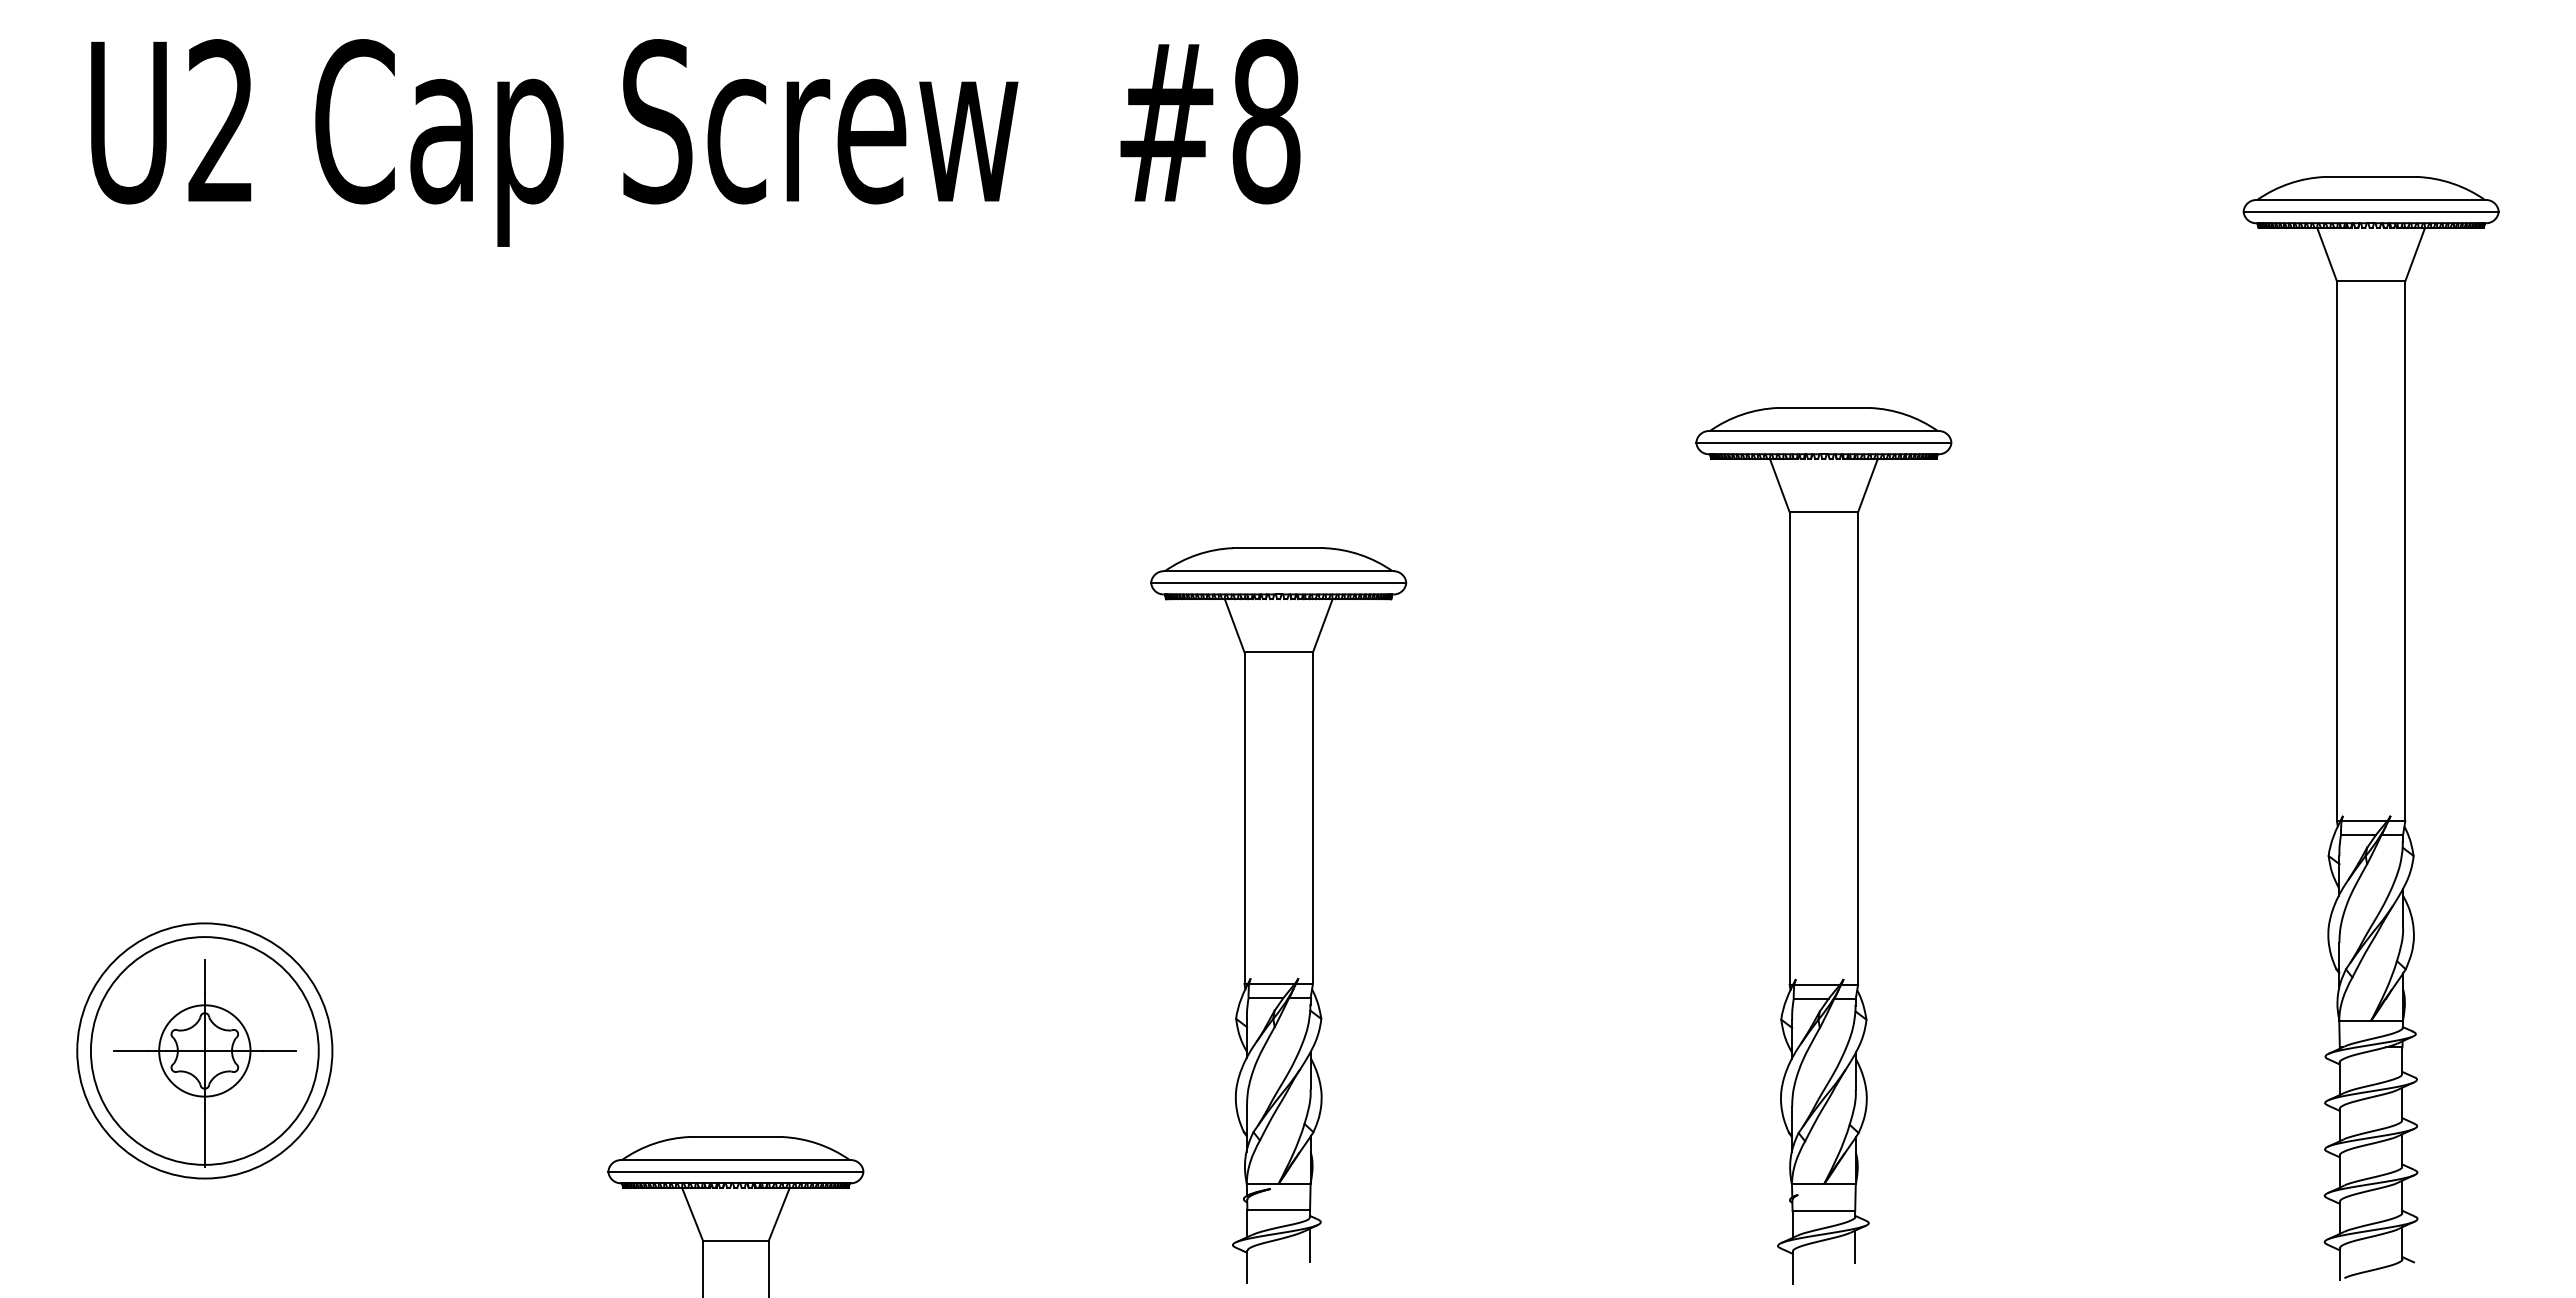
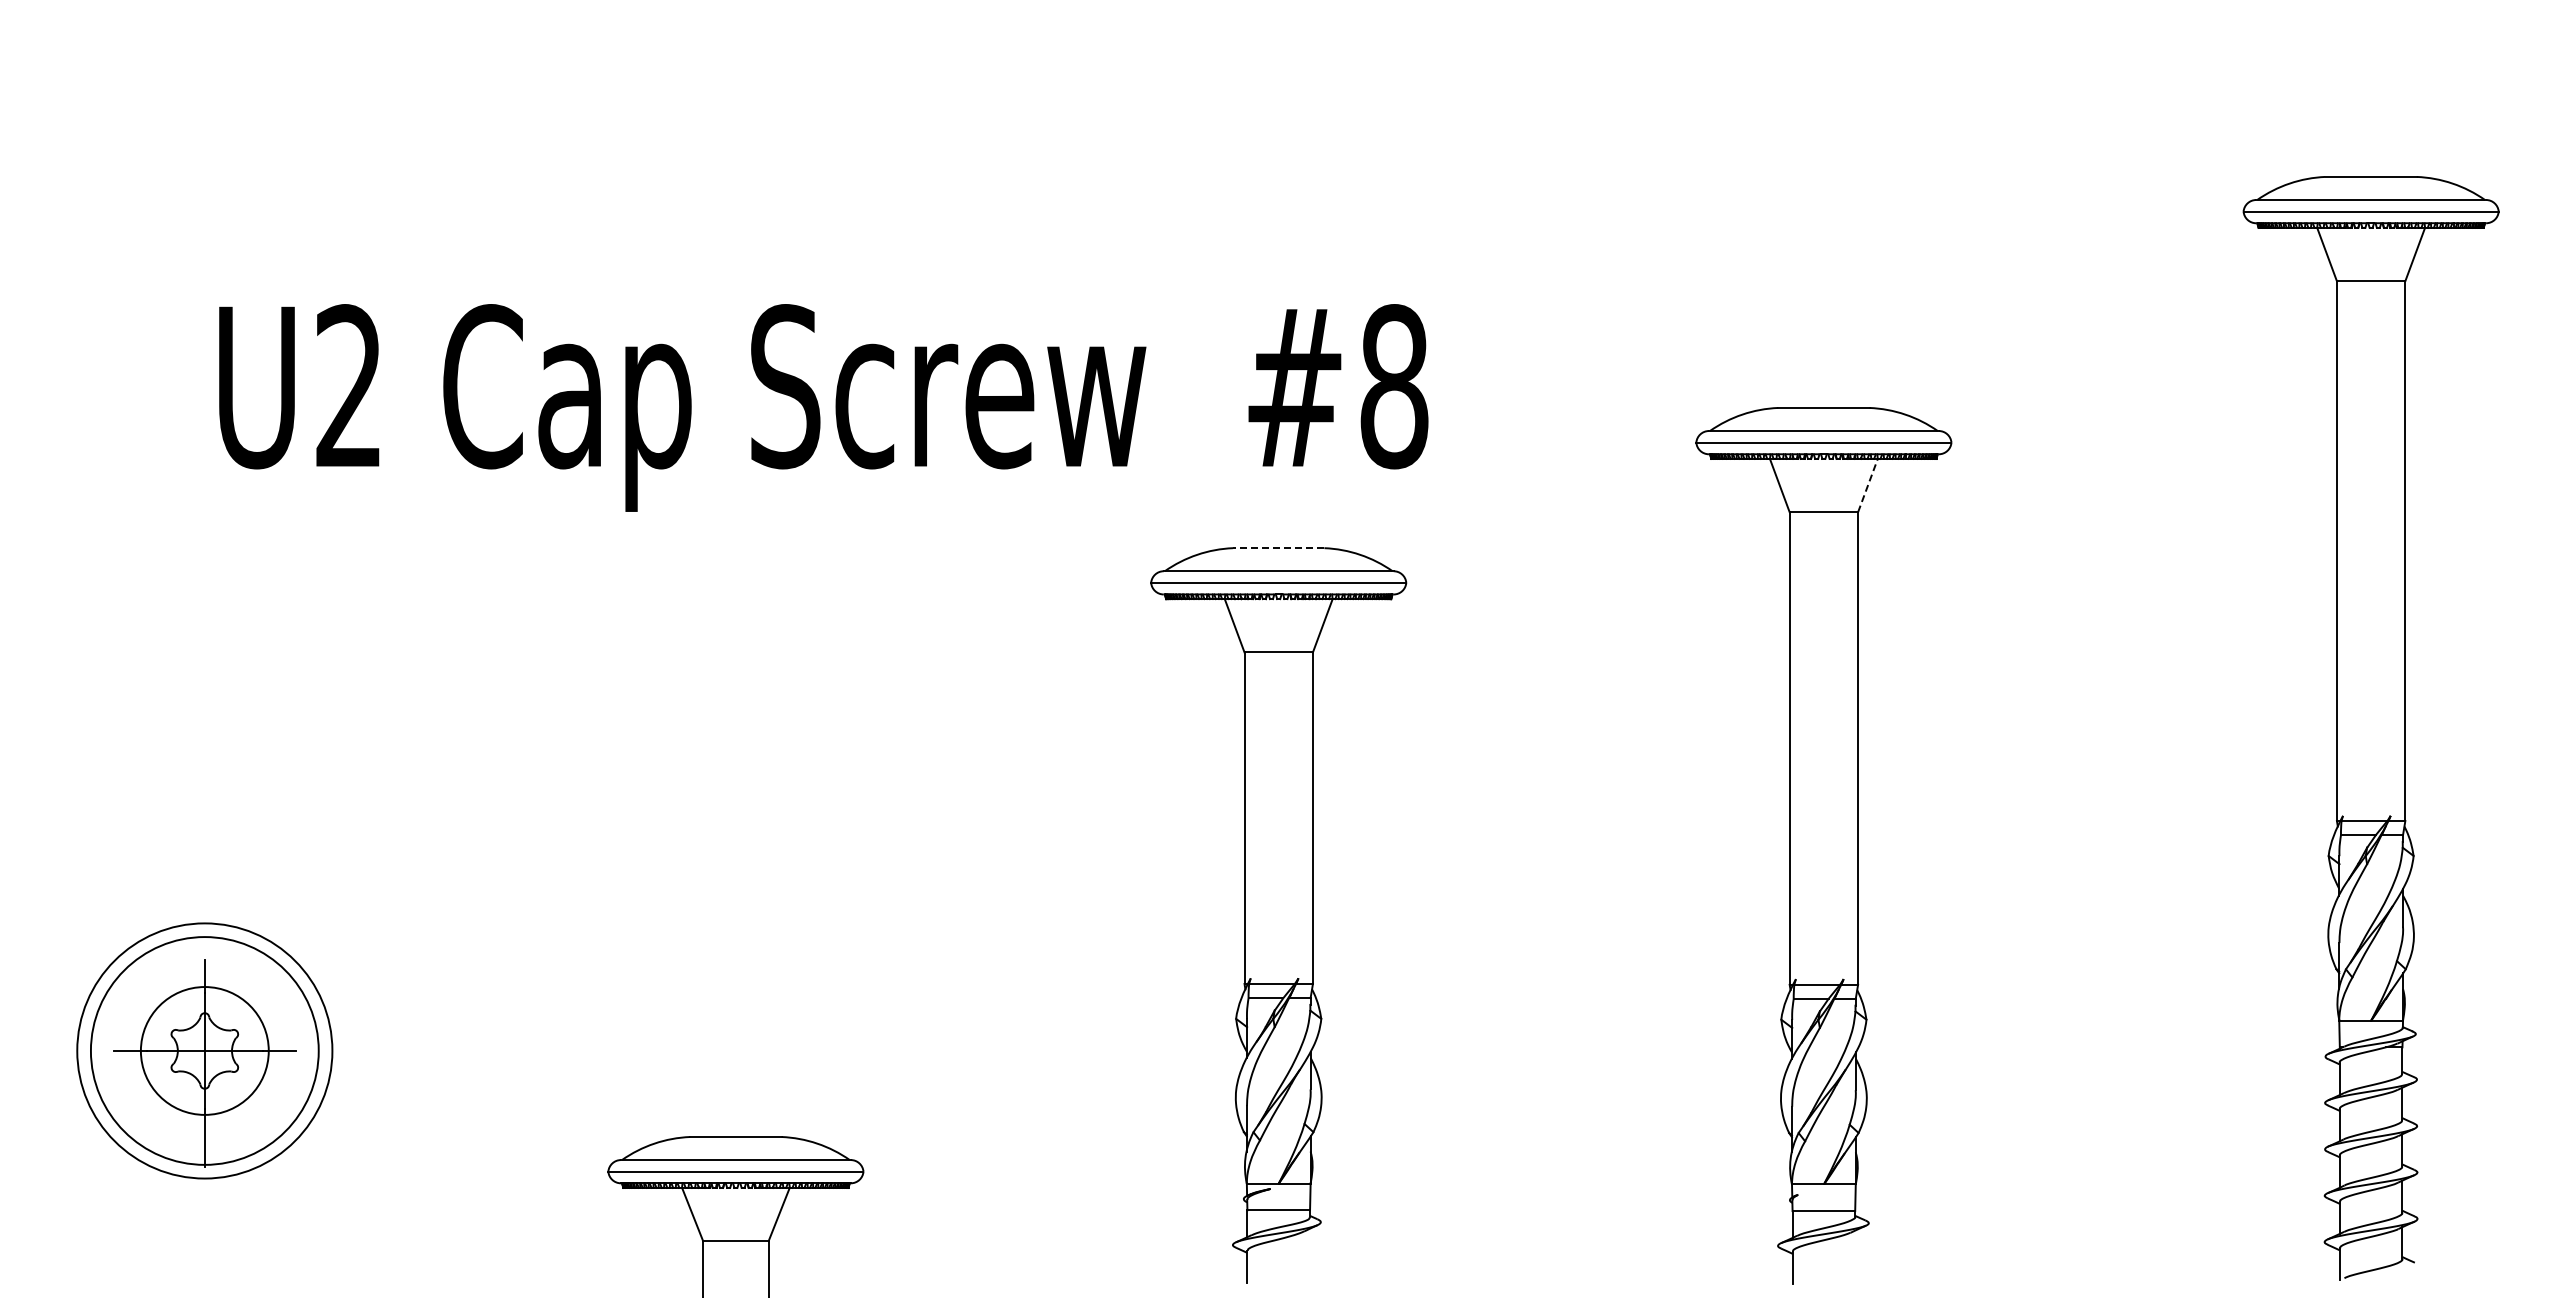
text at (695, 142) position: (695, 142) -> (823, 407)
line at (1868, 485): solid -> dashed
line at (1278, 548): solid -> dashed
circle at (204, 1050) diameter: 91 px -> 128 px
line at (1310, 1245): present -> none
line at (1855, 1246): present -> none
